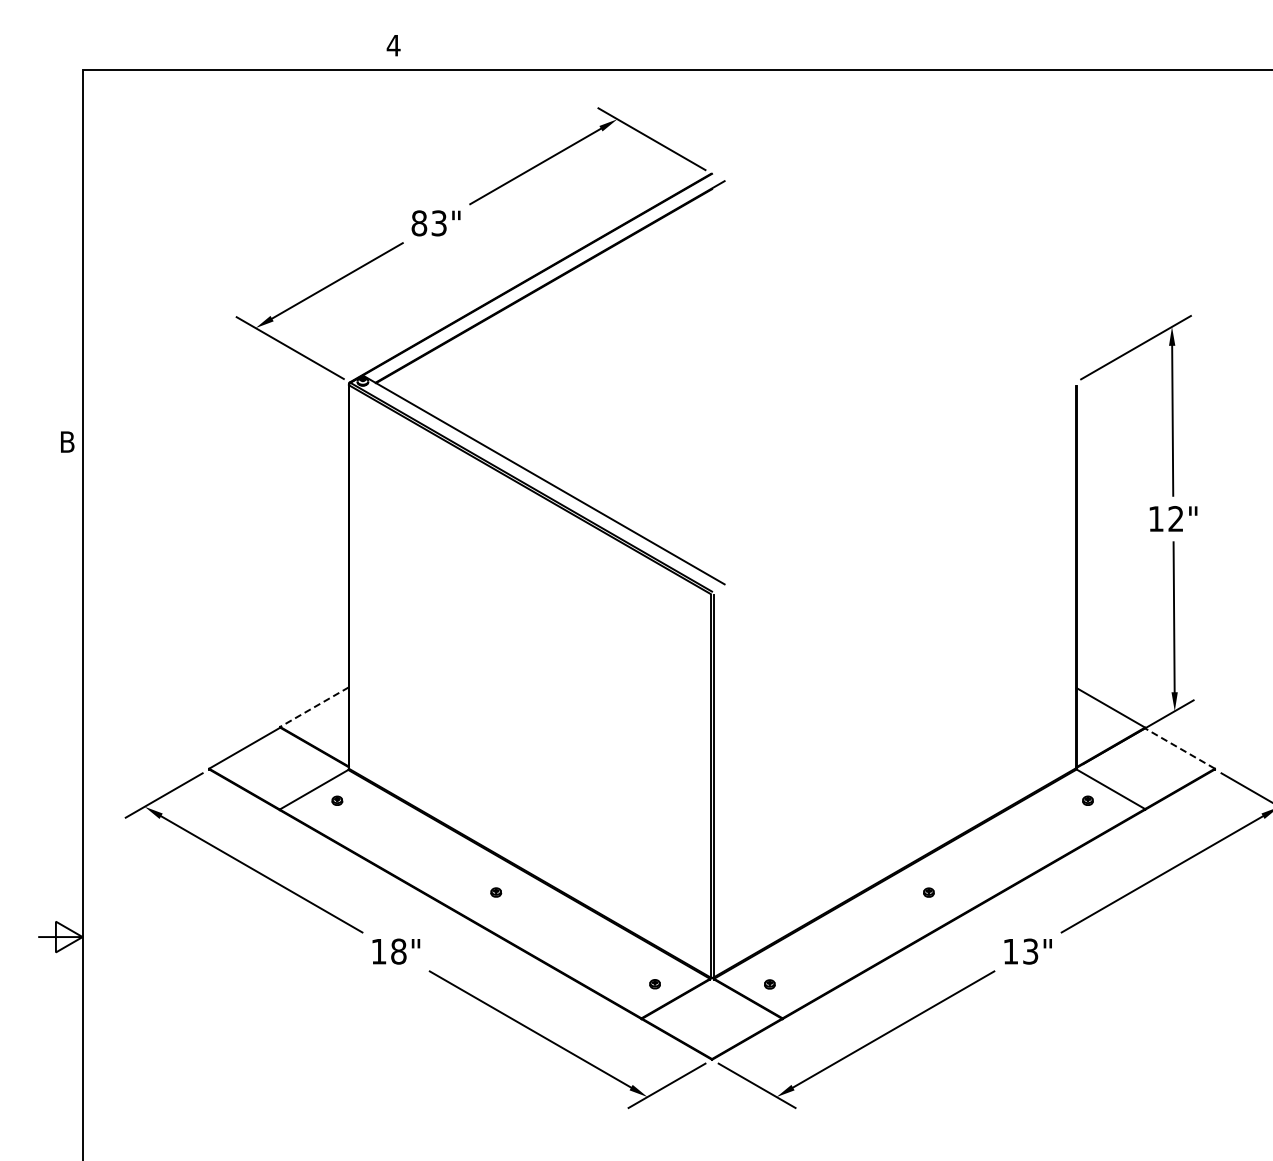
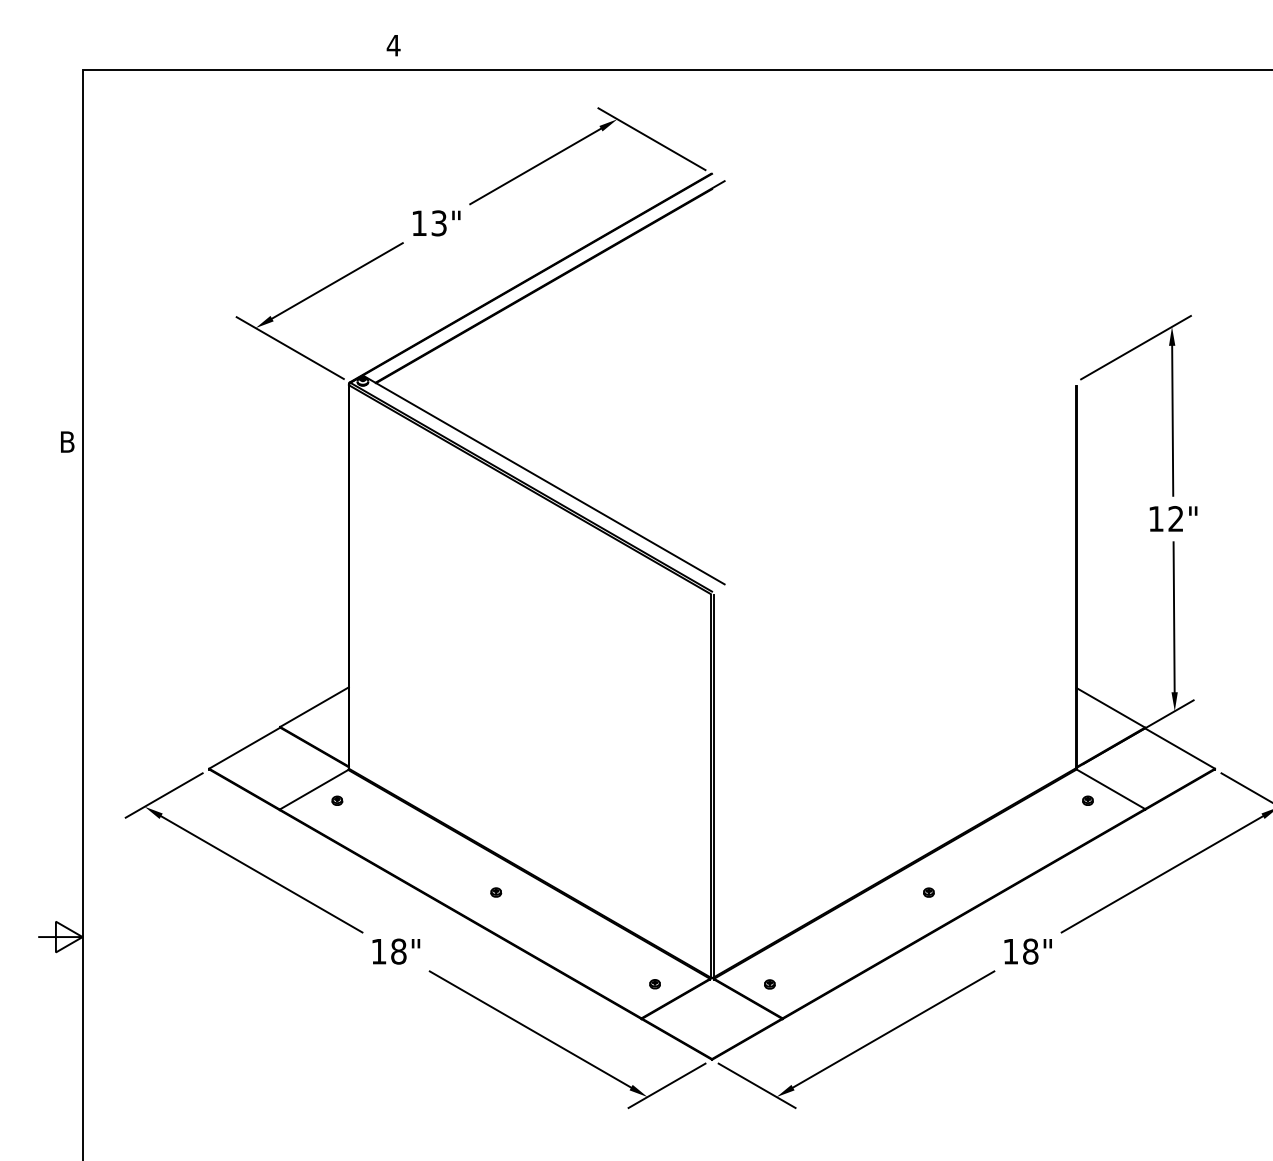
text at (419, 223): 83" -> 13"
line at (314, 707): dashed -> solid
line at (1179, 748): dashed -> solid
text at (1030, 951): 13" -> 18"
